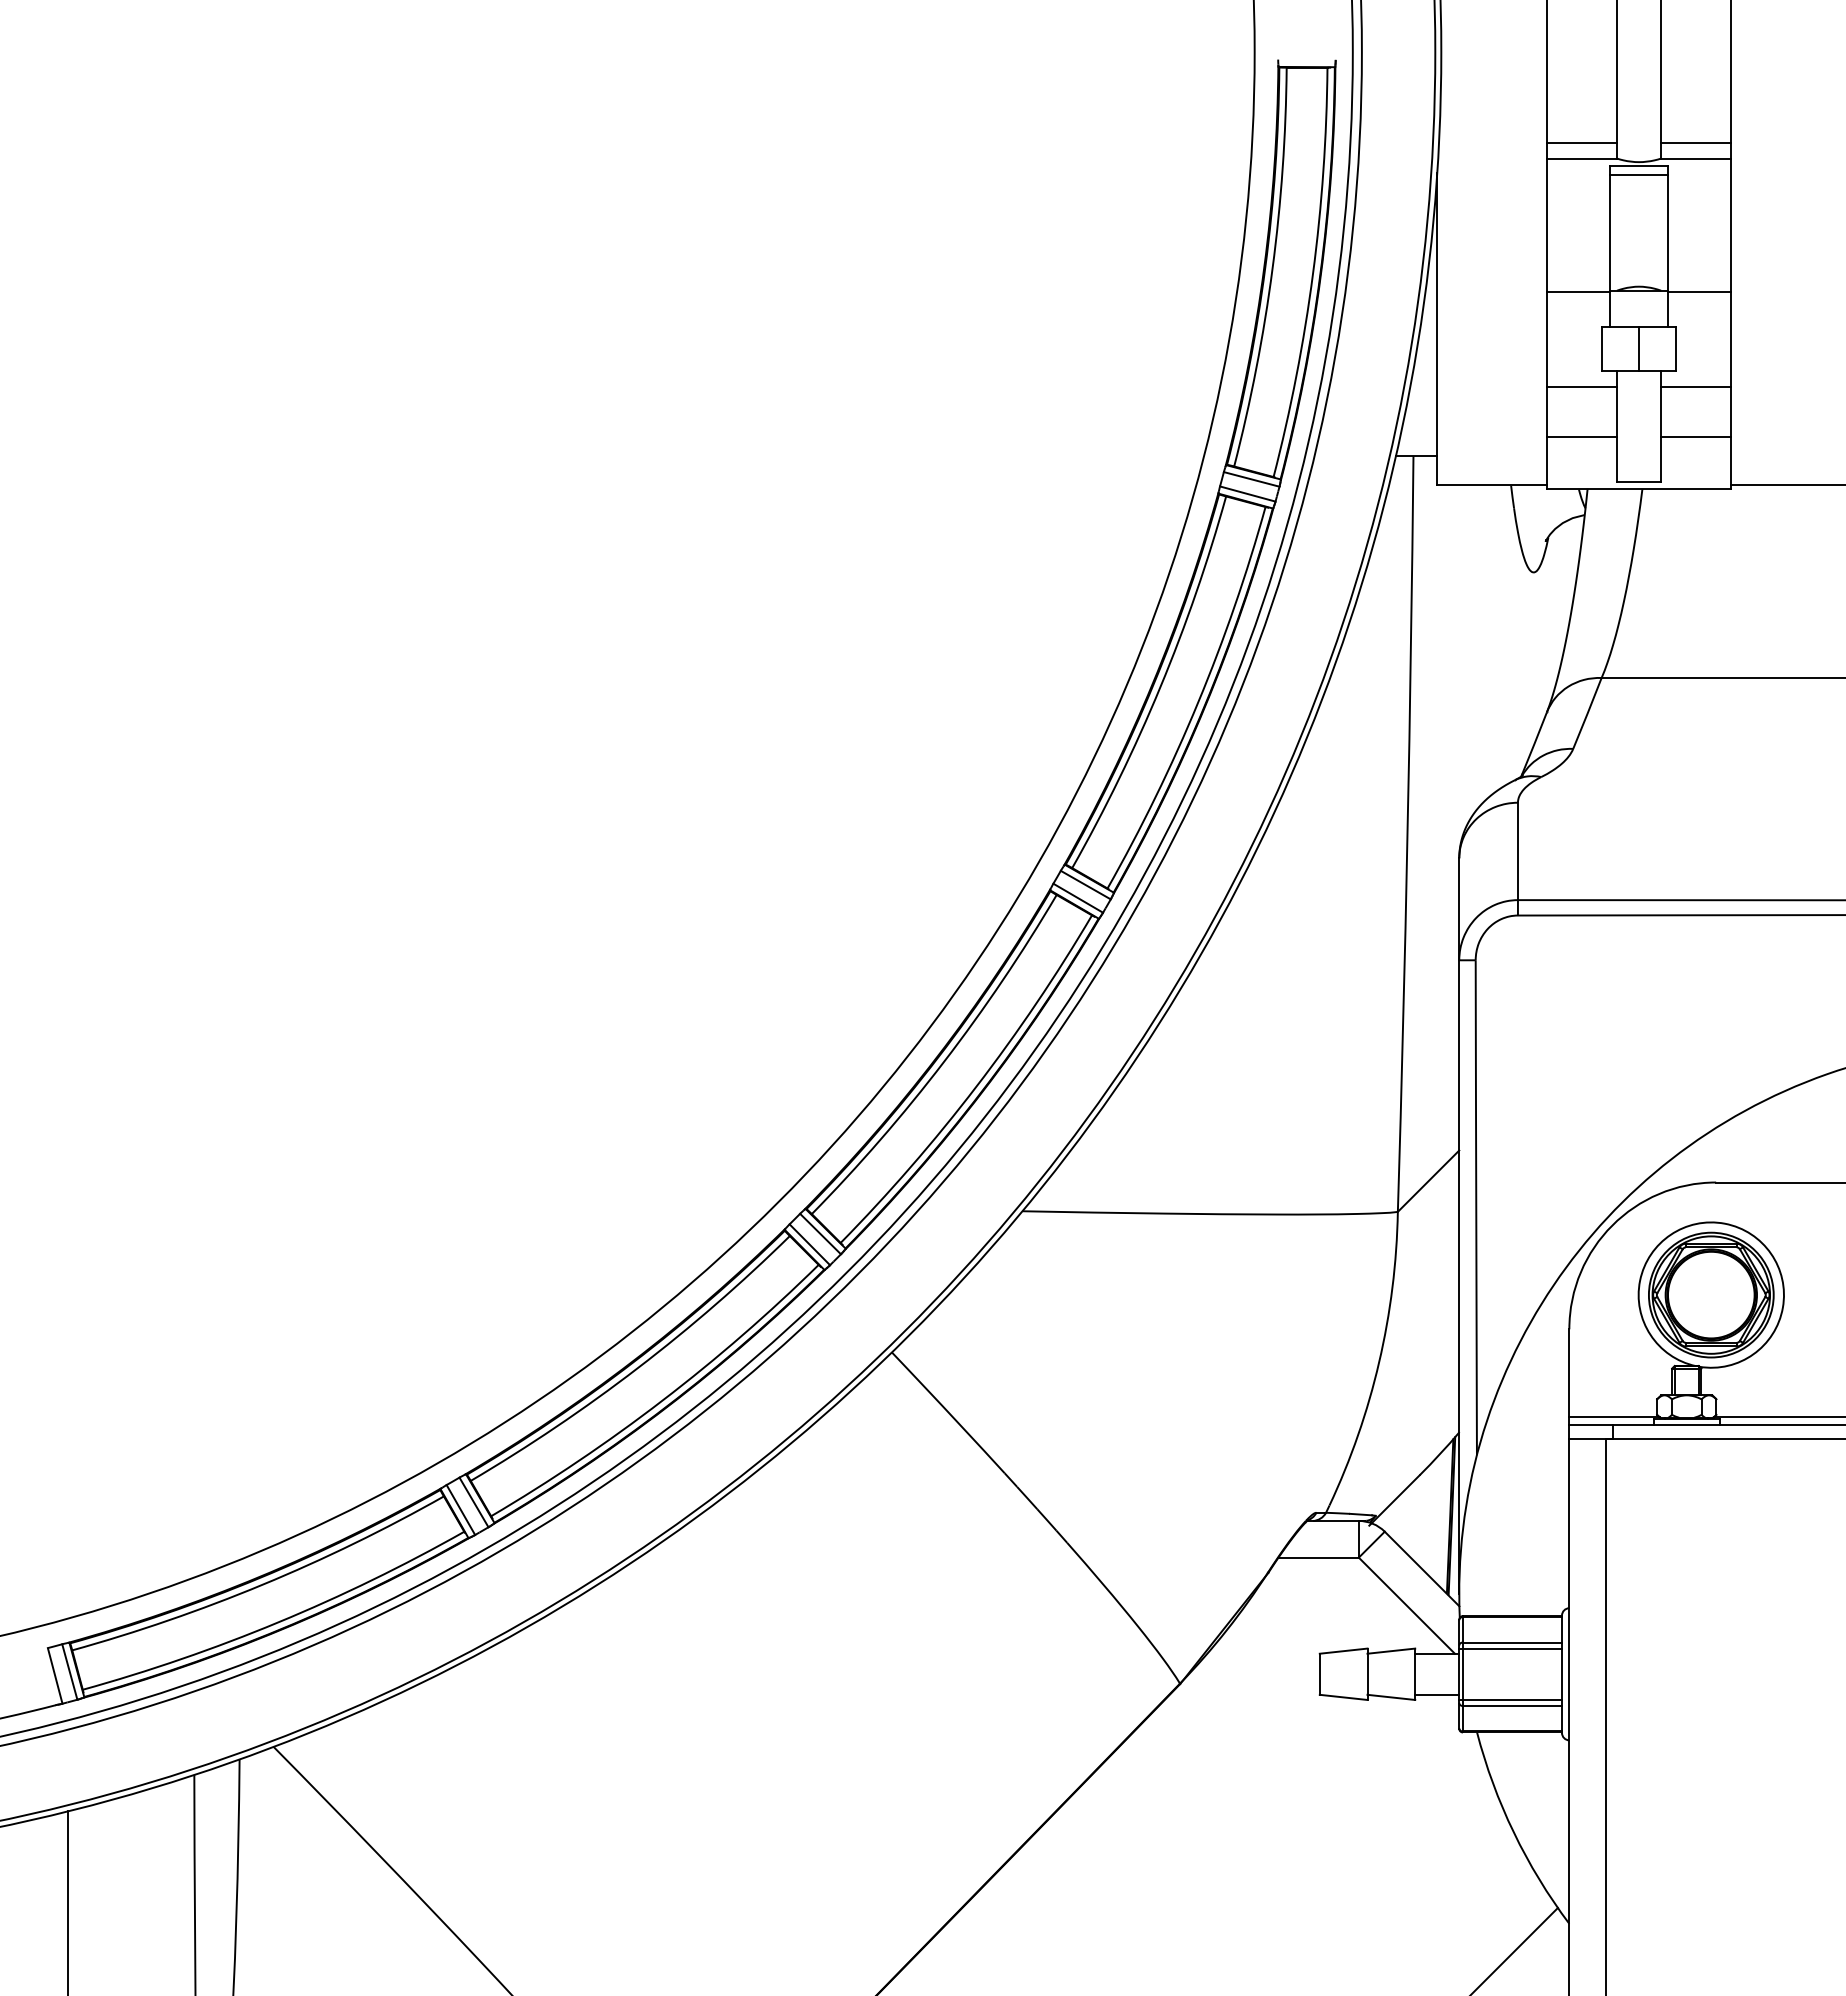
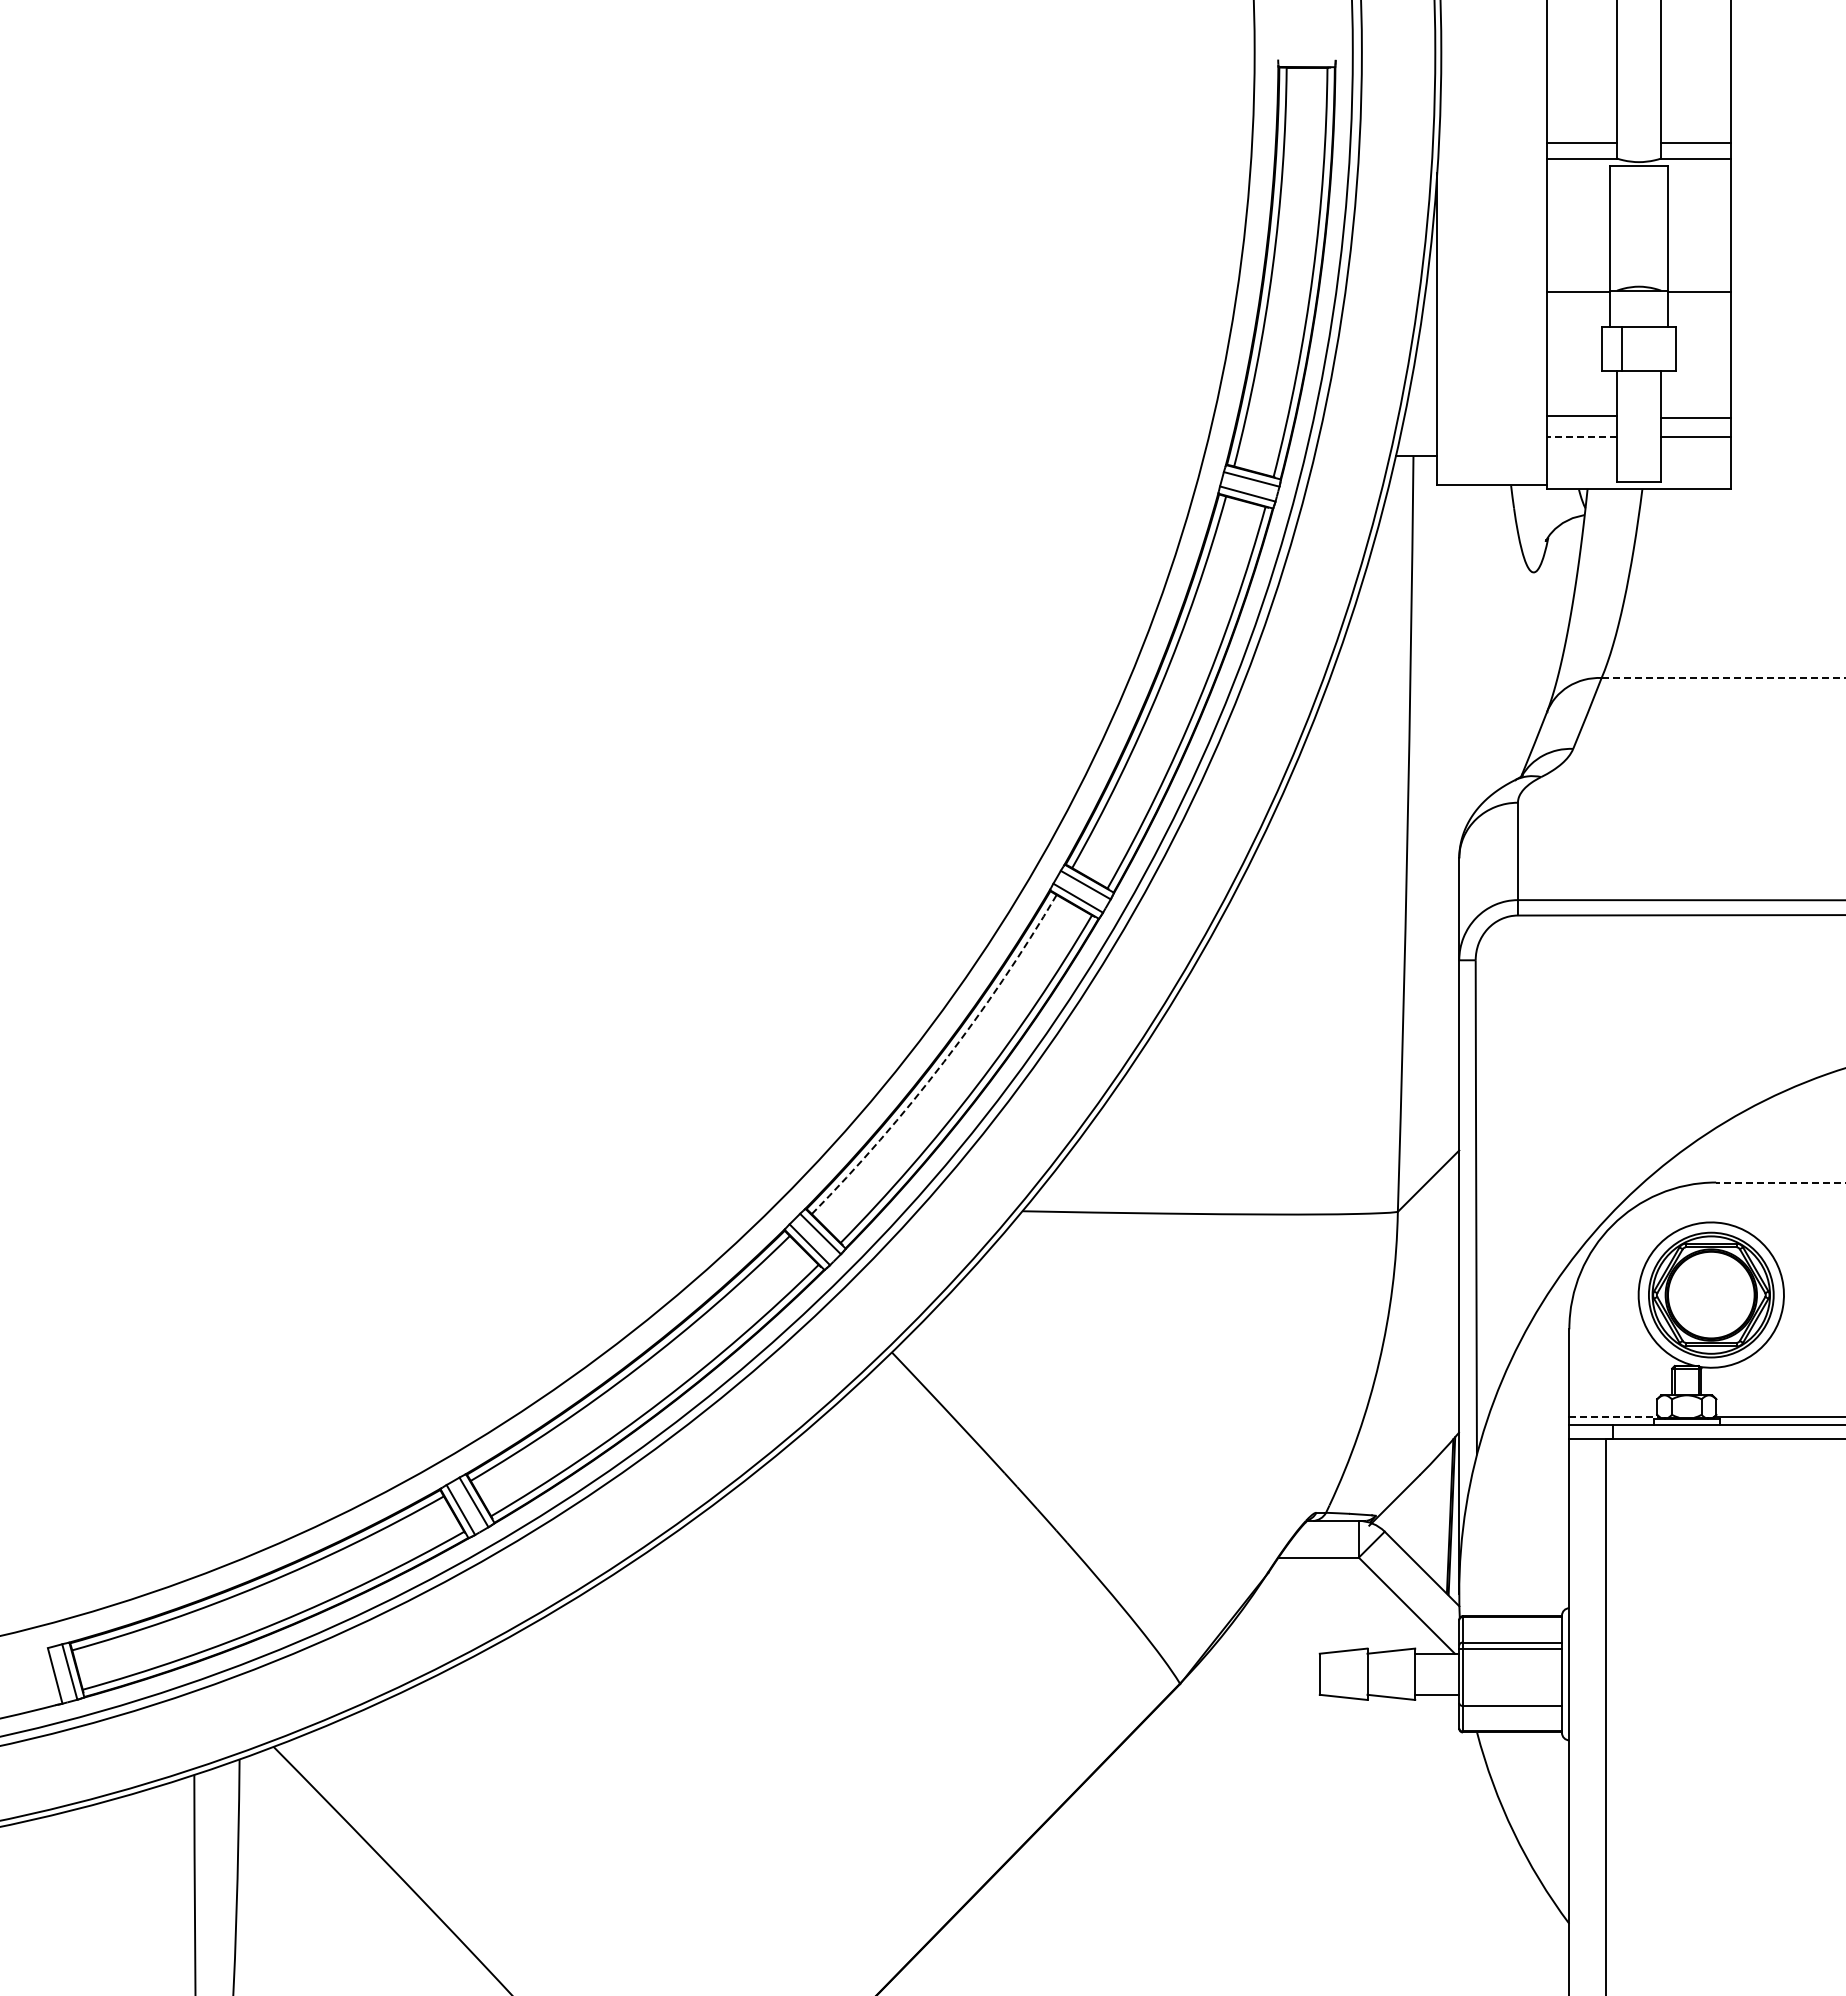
line at (1638, 174): present -> none
line at (1639, 349) position: (1639, 349) -> (1622, 349)
line at (1582, 387) position: (1582, 387) -> (1582, 416)
line at (1695, 387) position: (1695, 387) -> (1695, 418)
line at (1582, 436): solid -> dashed
line at (1786, 485): present -> none
line at (1723, 678): solid -> dashed
arc at (943, 1061): solid -> dashed
line at (1781, 1182): solid -> dashed
line at (1614, 1417): solid -> dashed
line at (1510, 1699): present -> none
line at (68, 1901): present -> none
line at (1514, 1949): present -> none
